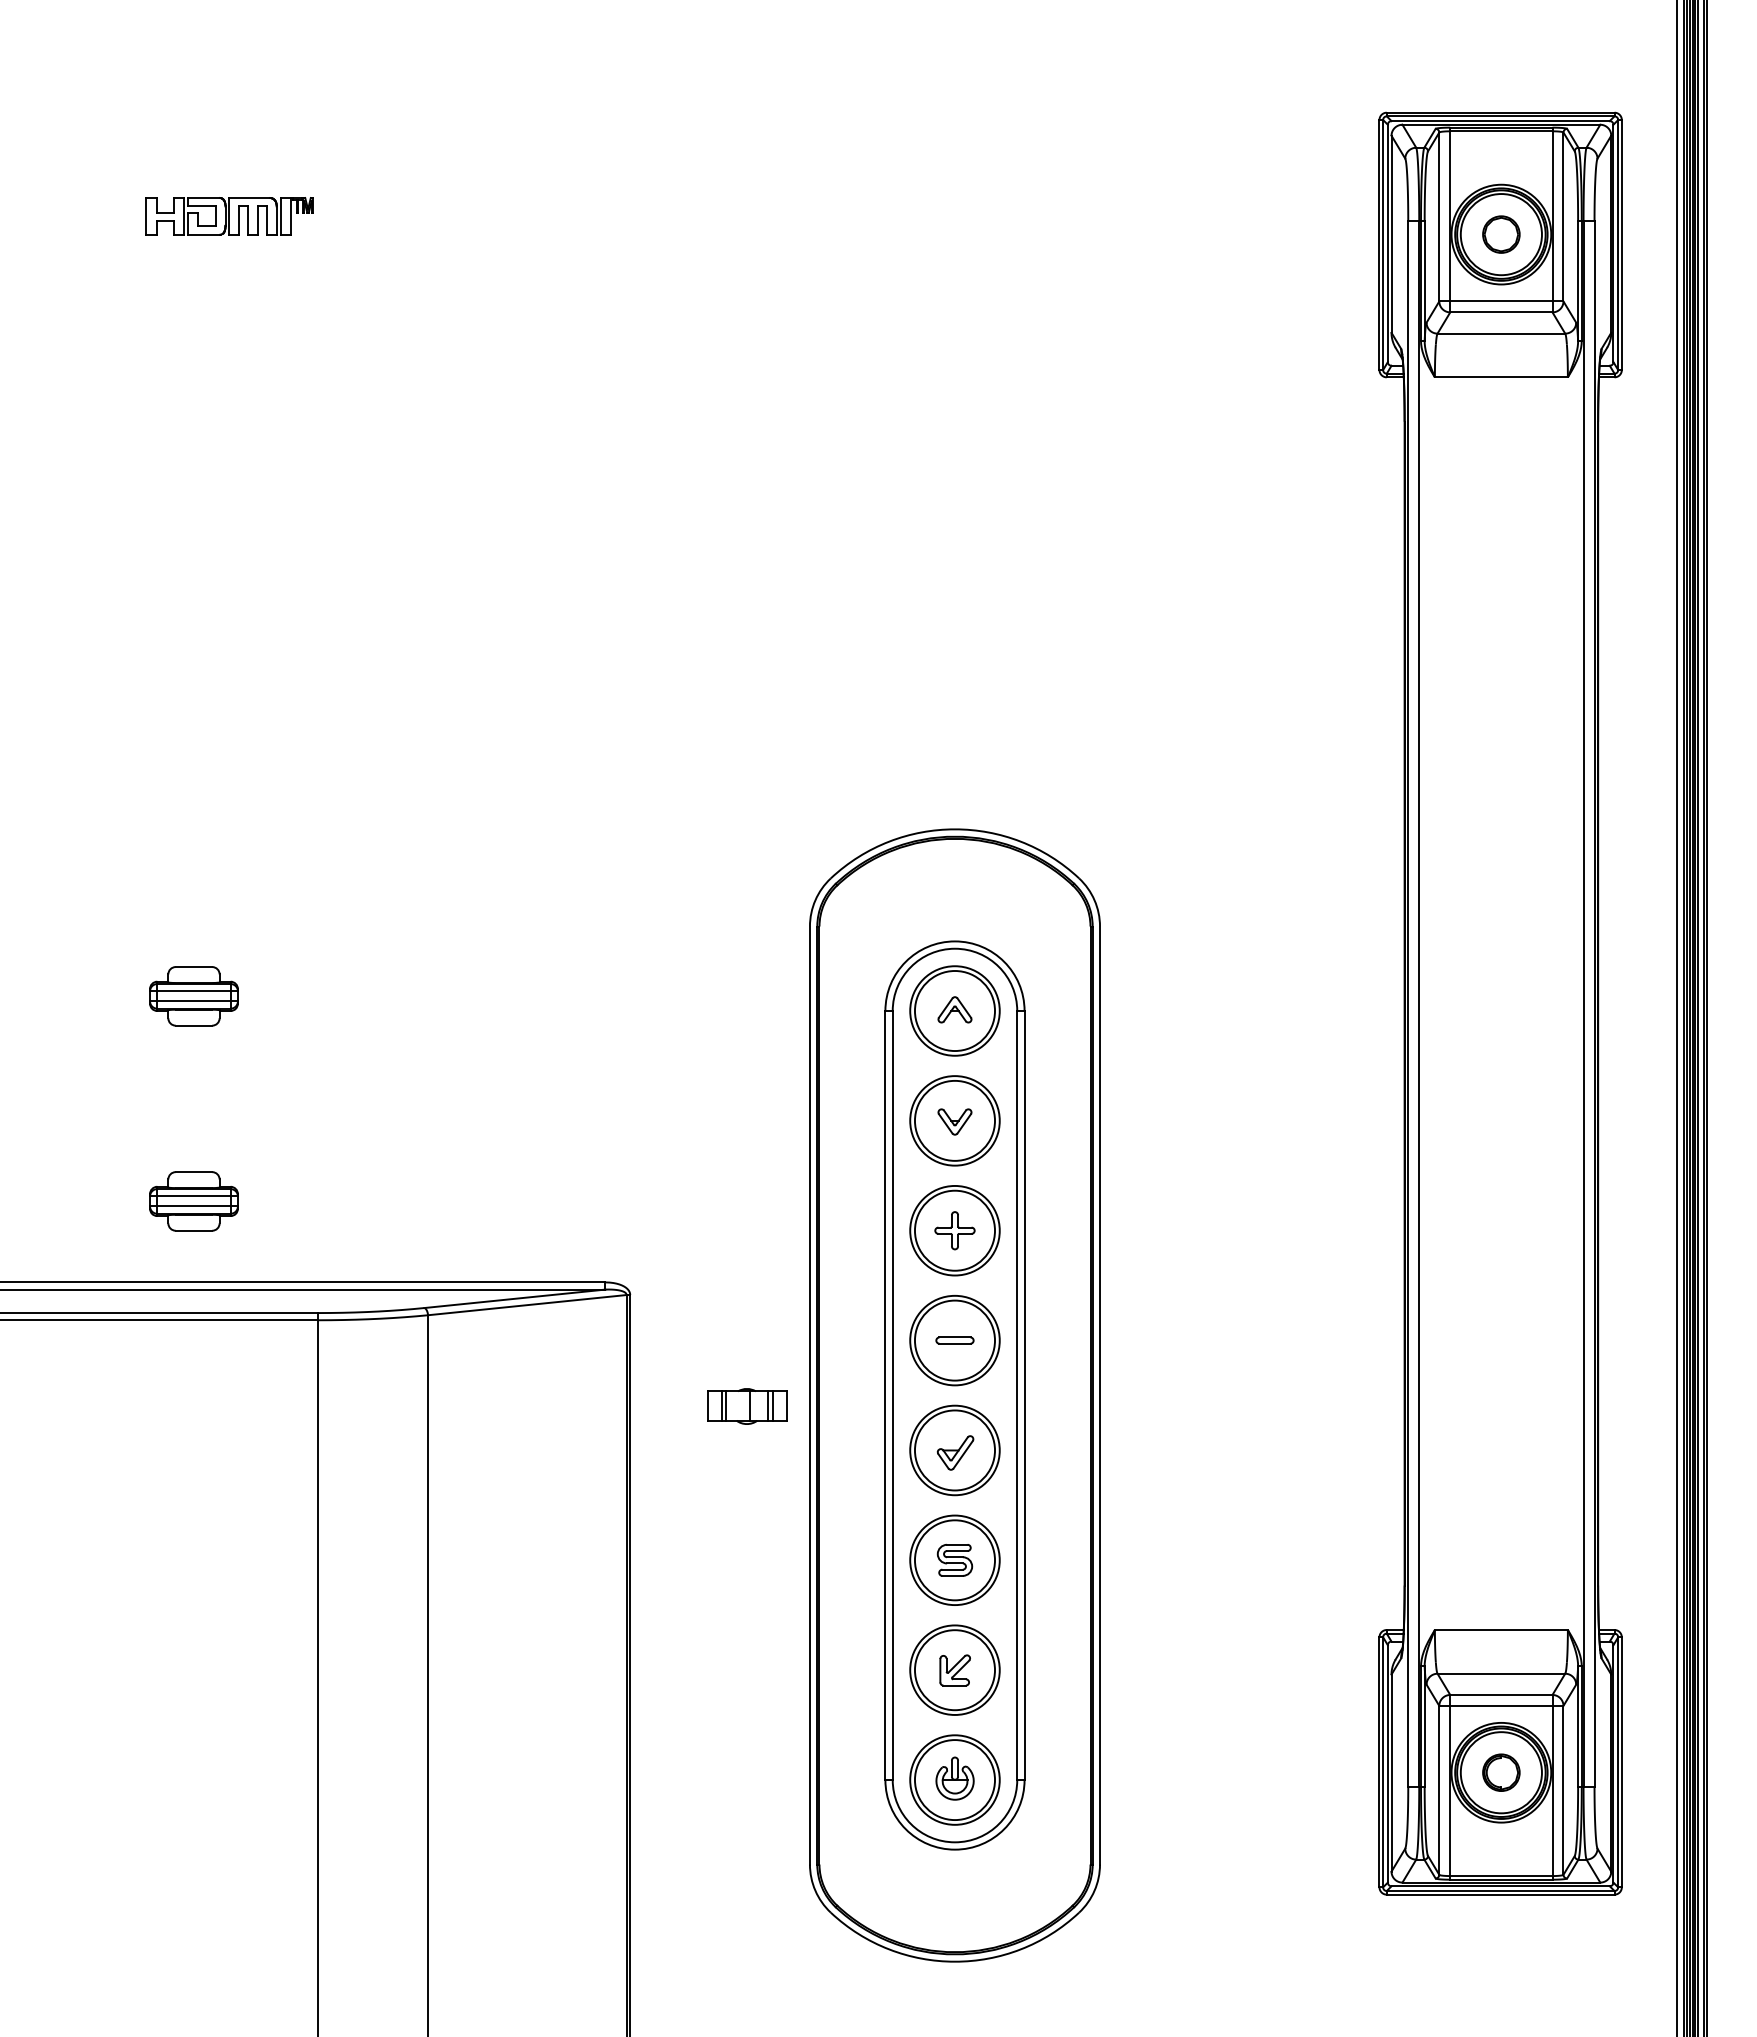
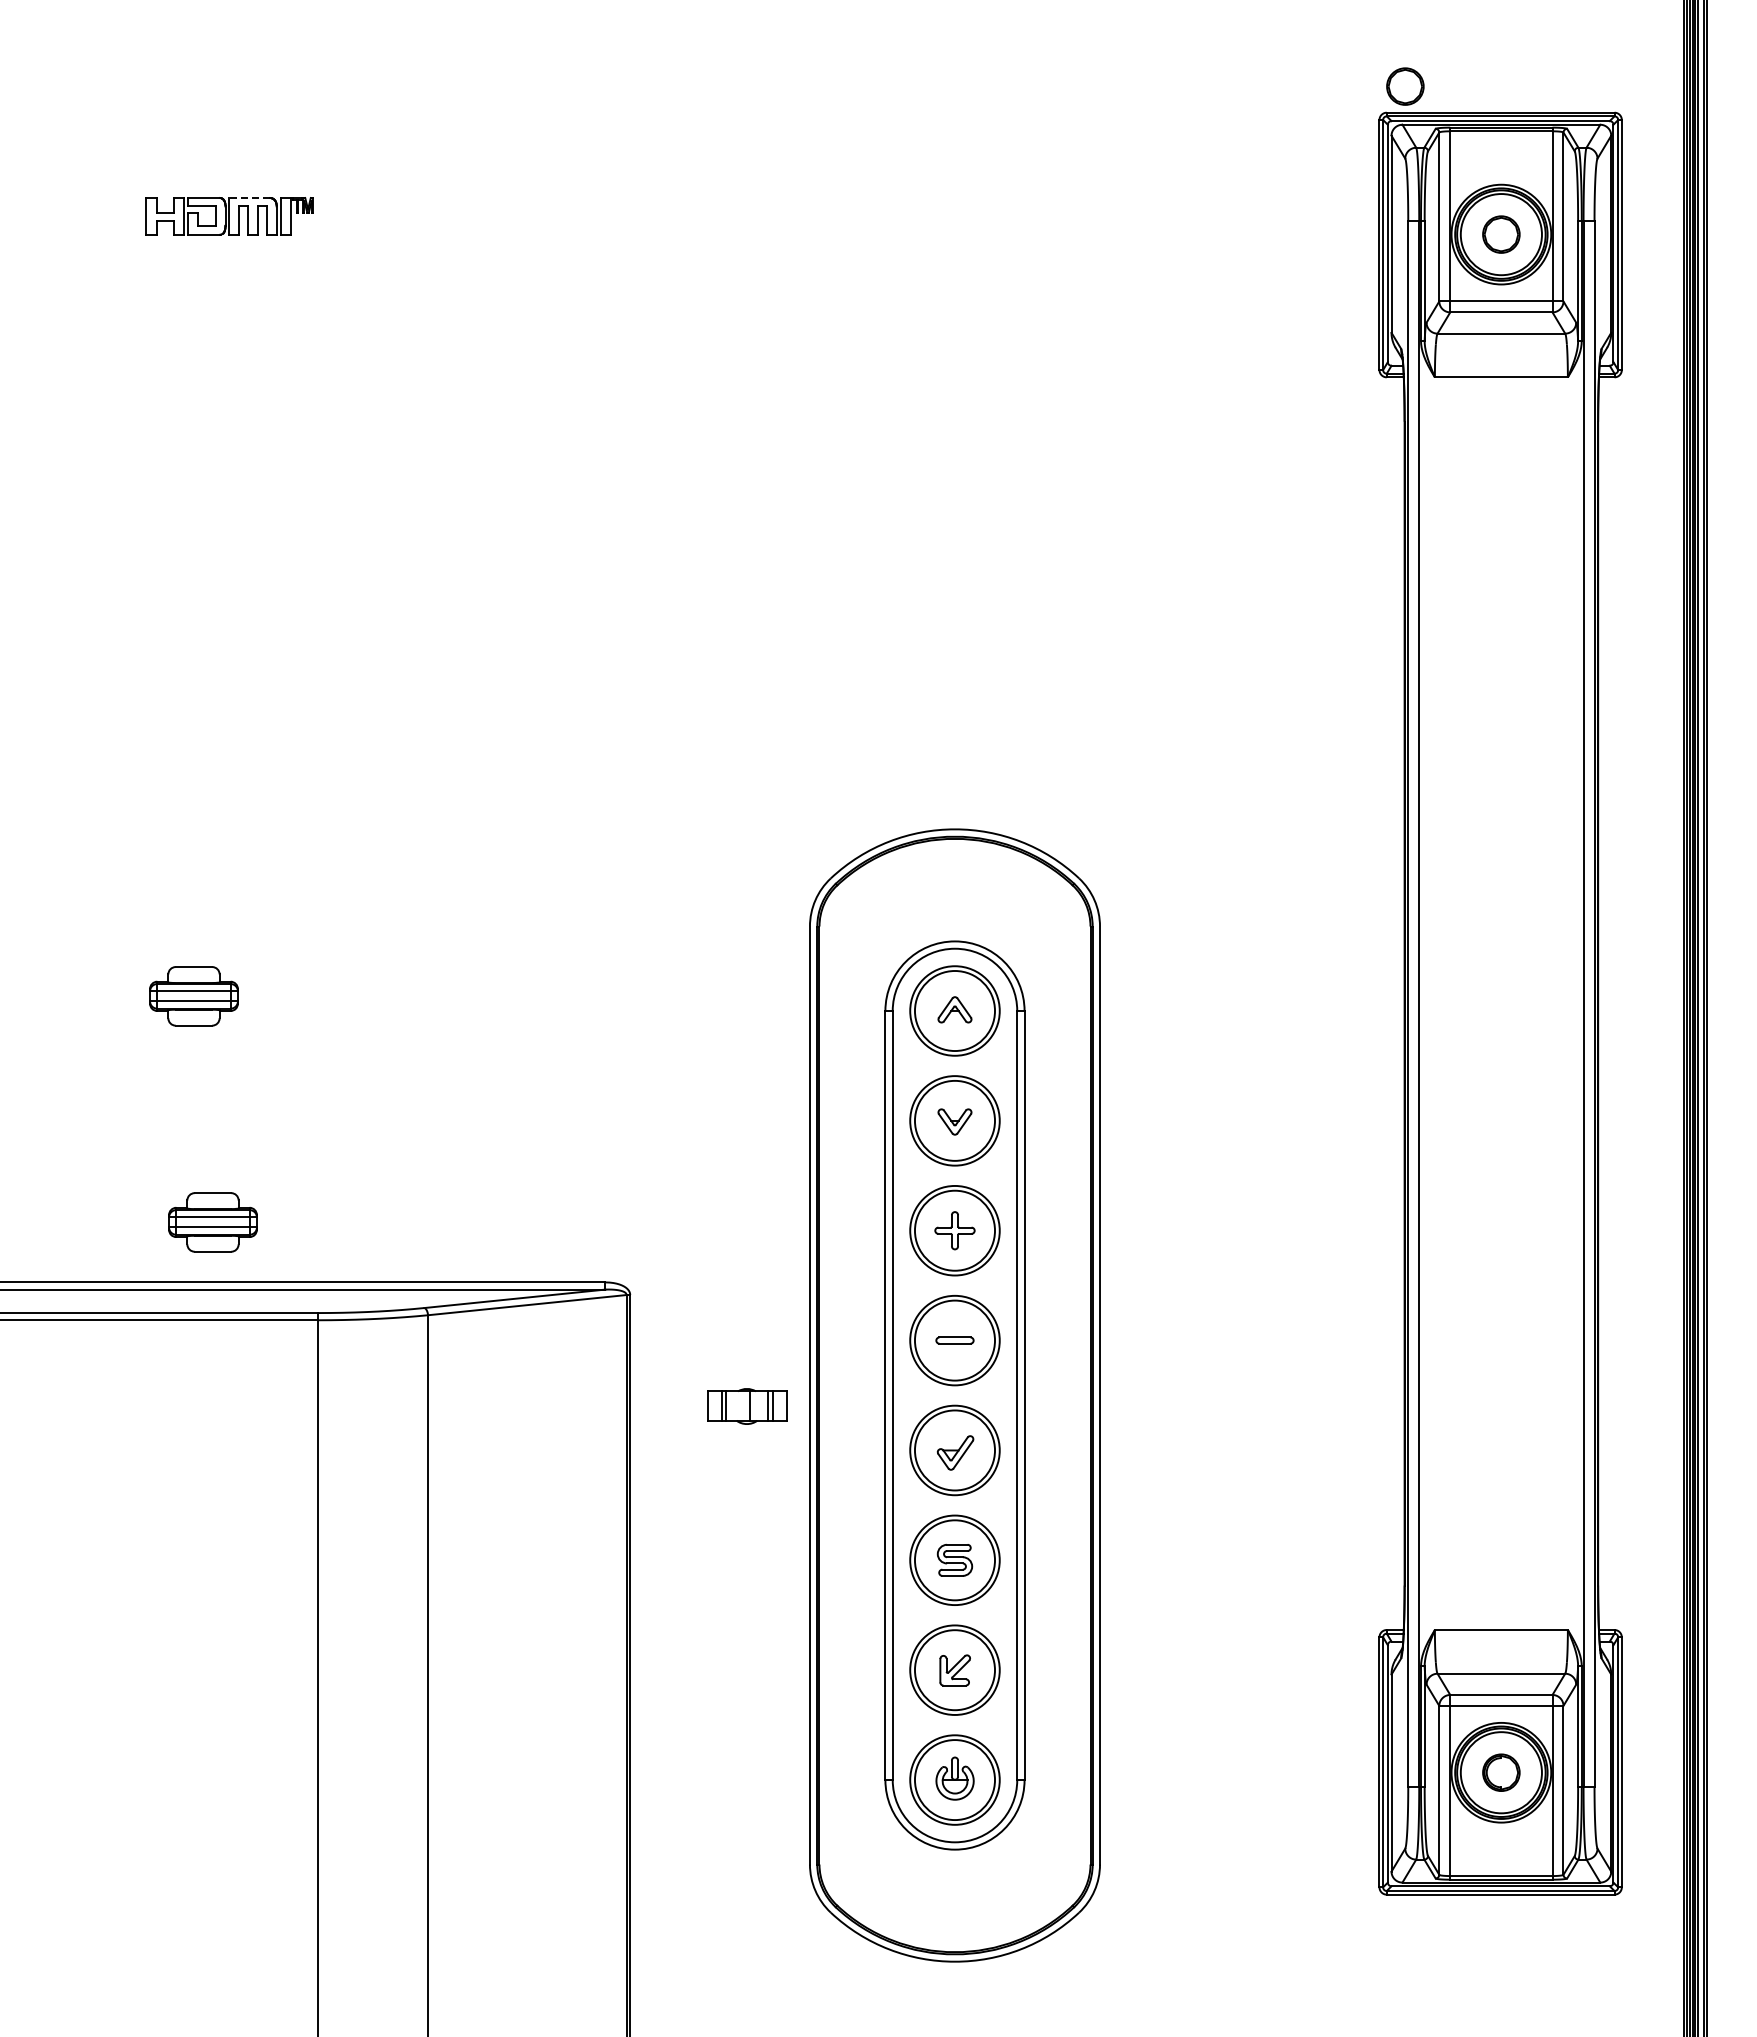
part at (1405, 86): none -> present
line at (249, 198): solid -> dashed
line at (1676, 1017): present -> none
part at (193, 1201) position: (193, 1201) -> (212, 1222)
